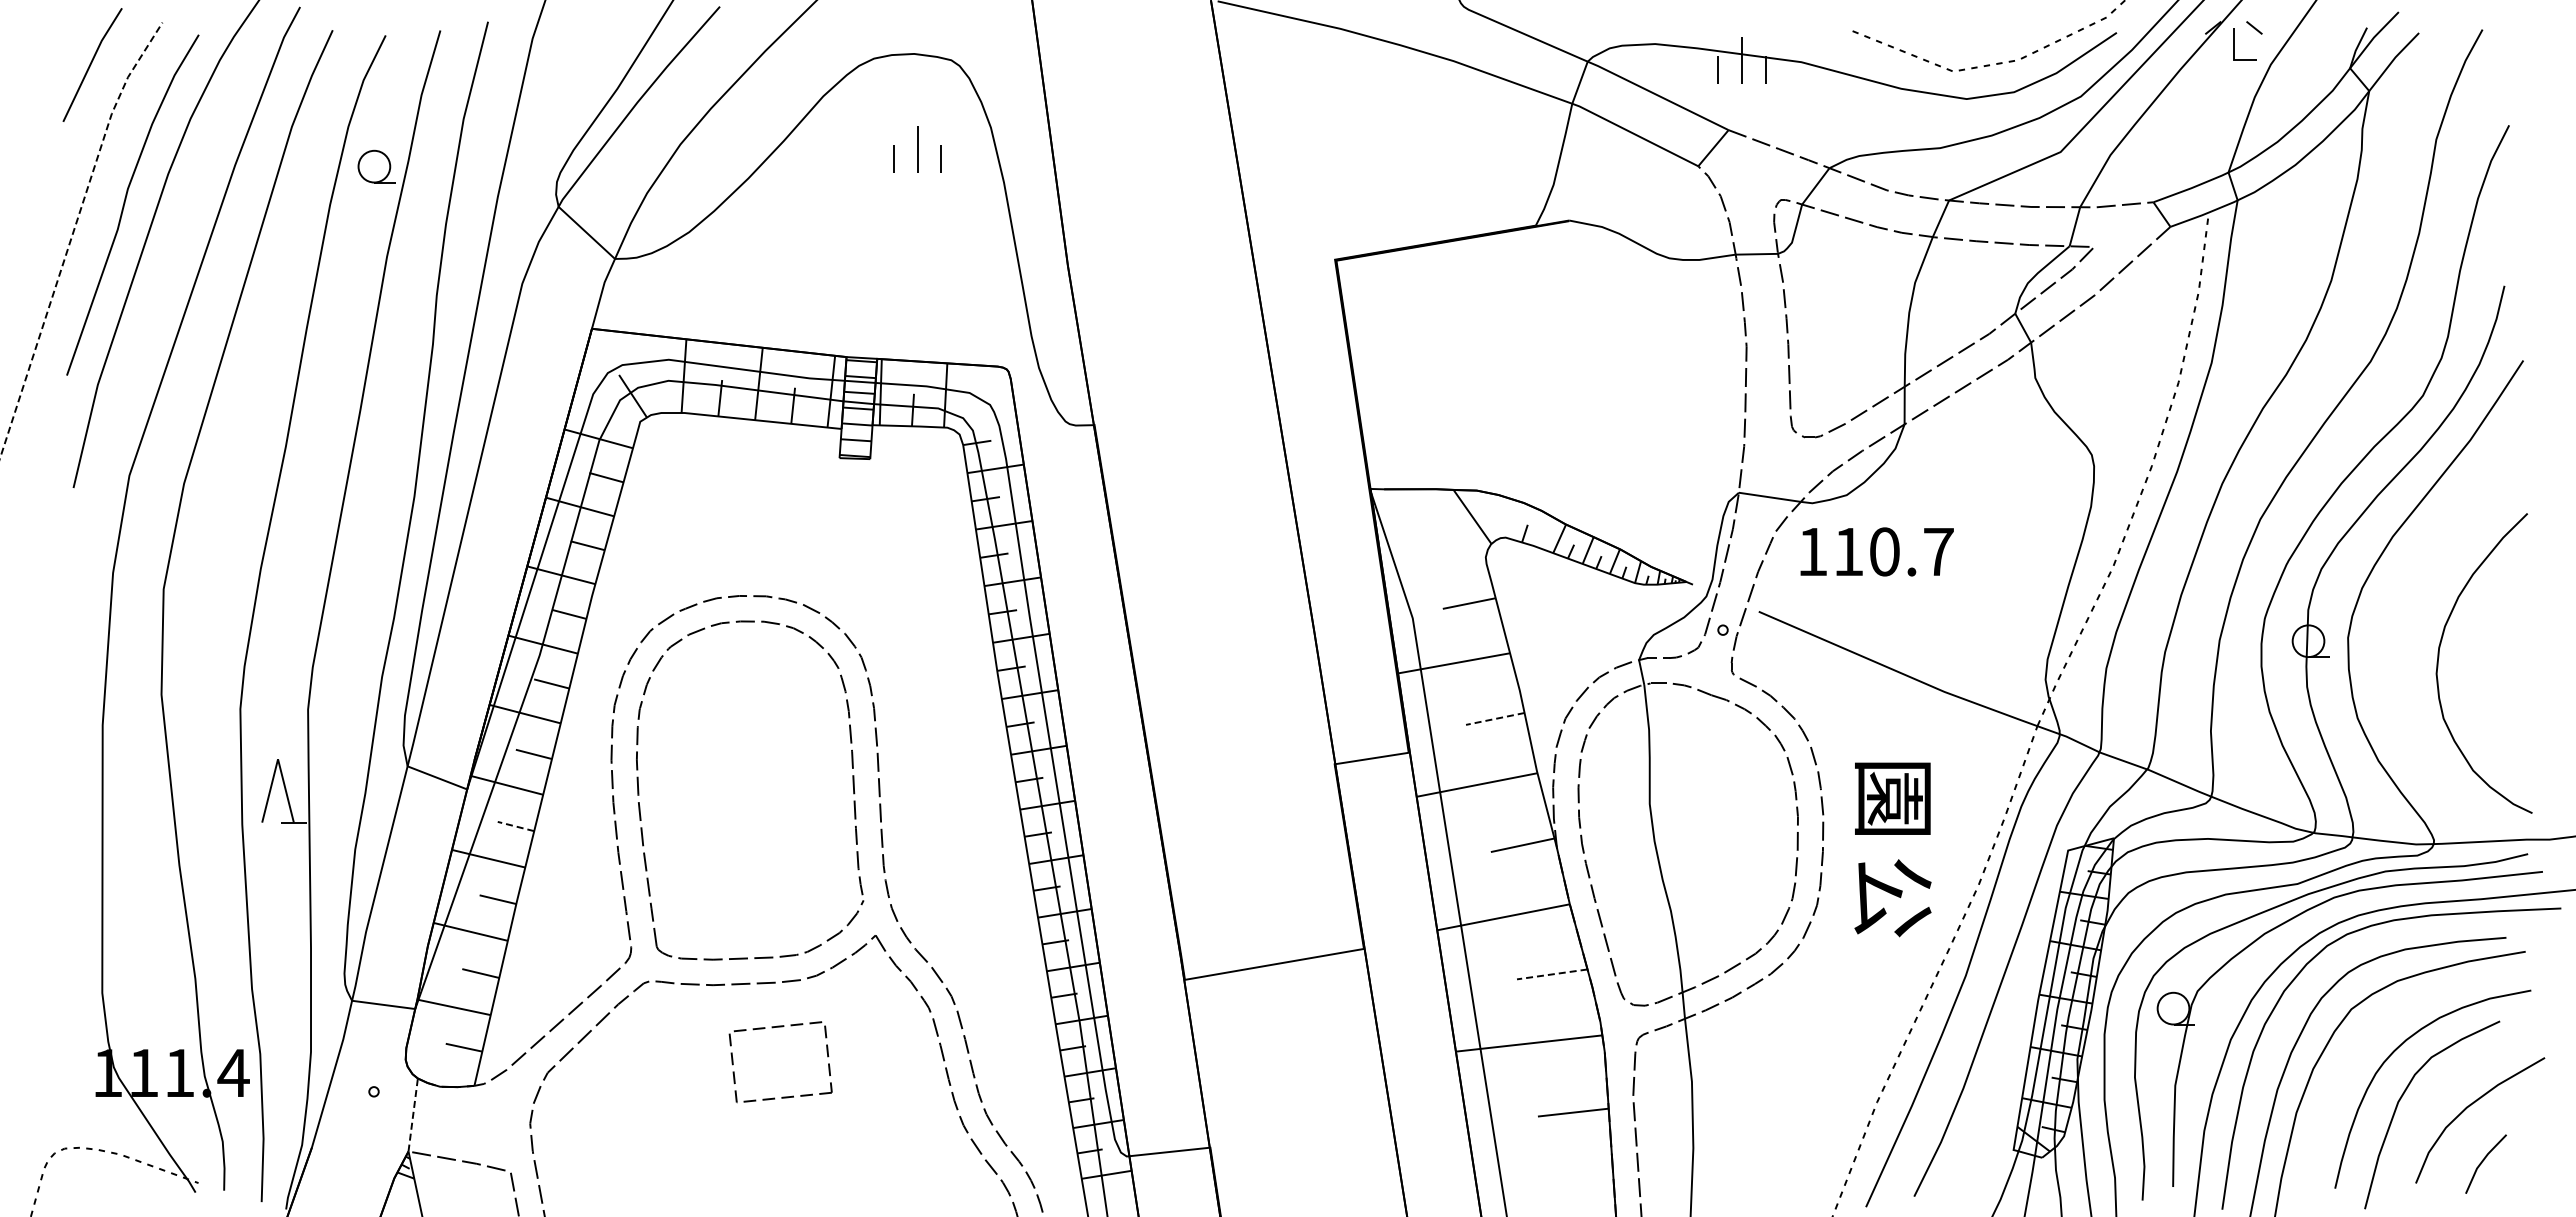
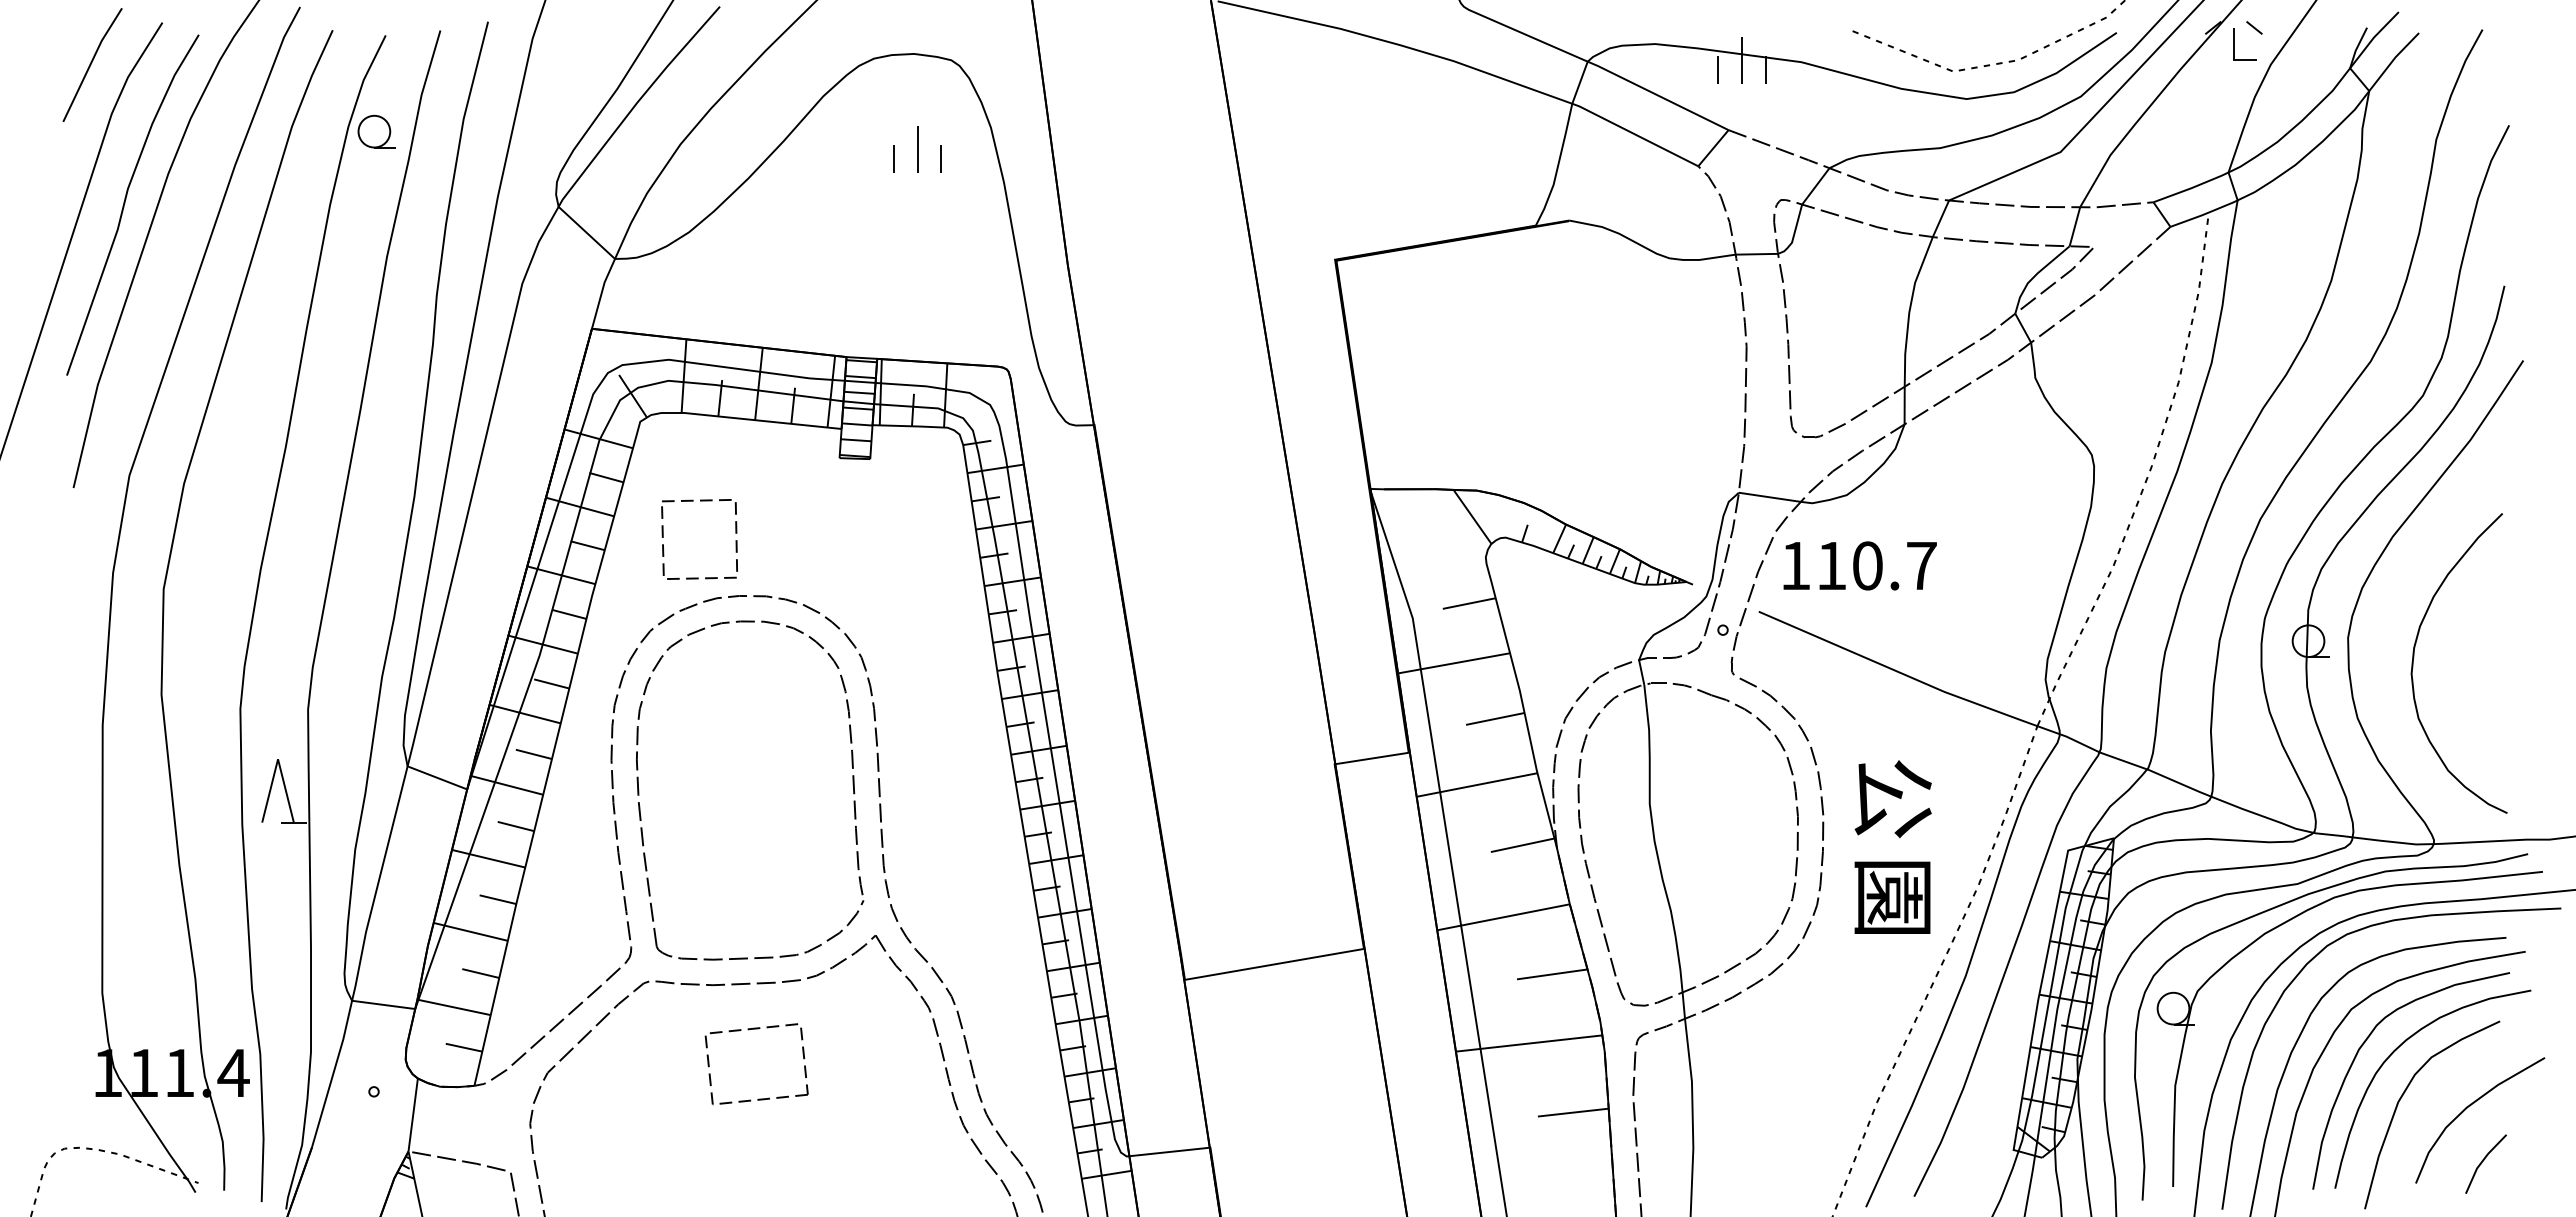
part at (376, 166) position: (376, 166) -> (376, 131)
line at (72, 235): dashed -> solid
part at (735, 540): none -> present
text at (1876, 551) position: (1876, 551) -> (1859, 565)
curve at (2439, 657) position: (2439, 657) -> (2414, 657)
line at (1495, 718): dashed -> solid
text at (1892, 799): 園 -> 公
line at (515, 826): dashed -> solid
text at (1892, 898): 公 -> 園
line at (1552, 974): dashed -> solid
curve at (2358, 1053): none -> present
part at (782, 1096) position: (782, 1096) -> (758, 1098)
line at (413, 1115): dashed -> solid
